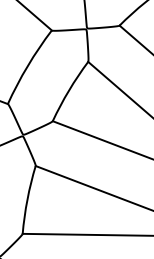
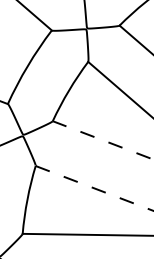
line at (103, 140): solid -> dashed
line at (94, 188): solid -> dashed
